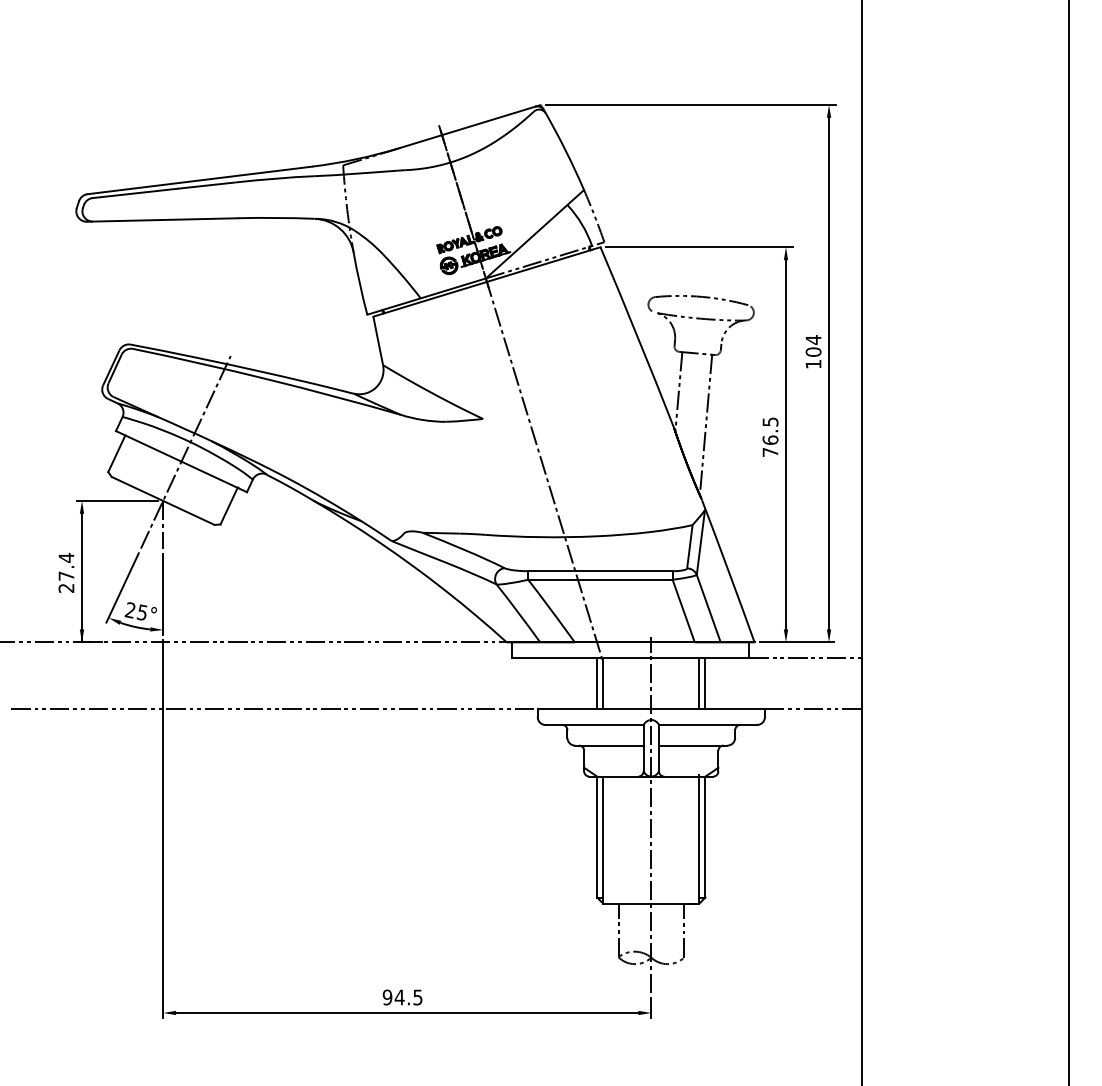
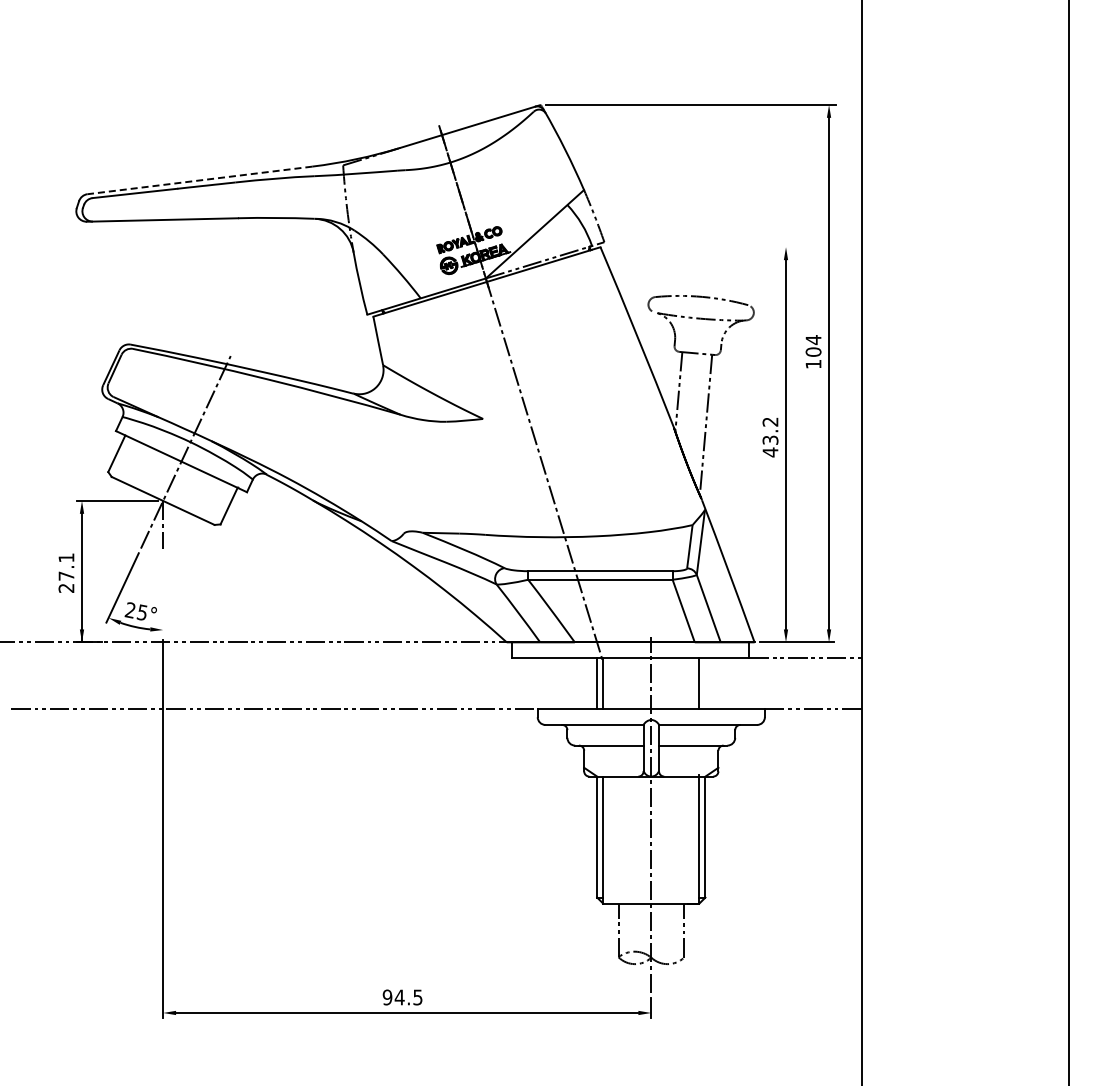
line at (199, 180): solid -> dashed
line at (698, 247): present -> none
text at (770, 437): 76.5 -> 43.2
text at (66, 557): 27.4 -> 27.1
line at (163, 594): present -> none
line at (705, 683): present -> none
